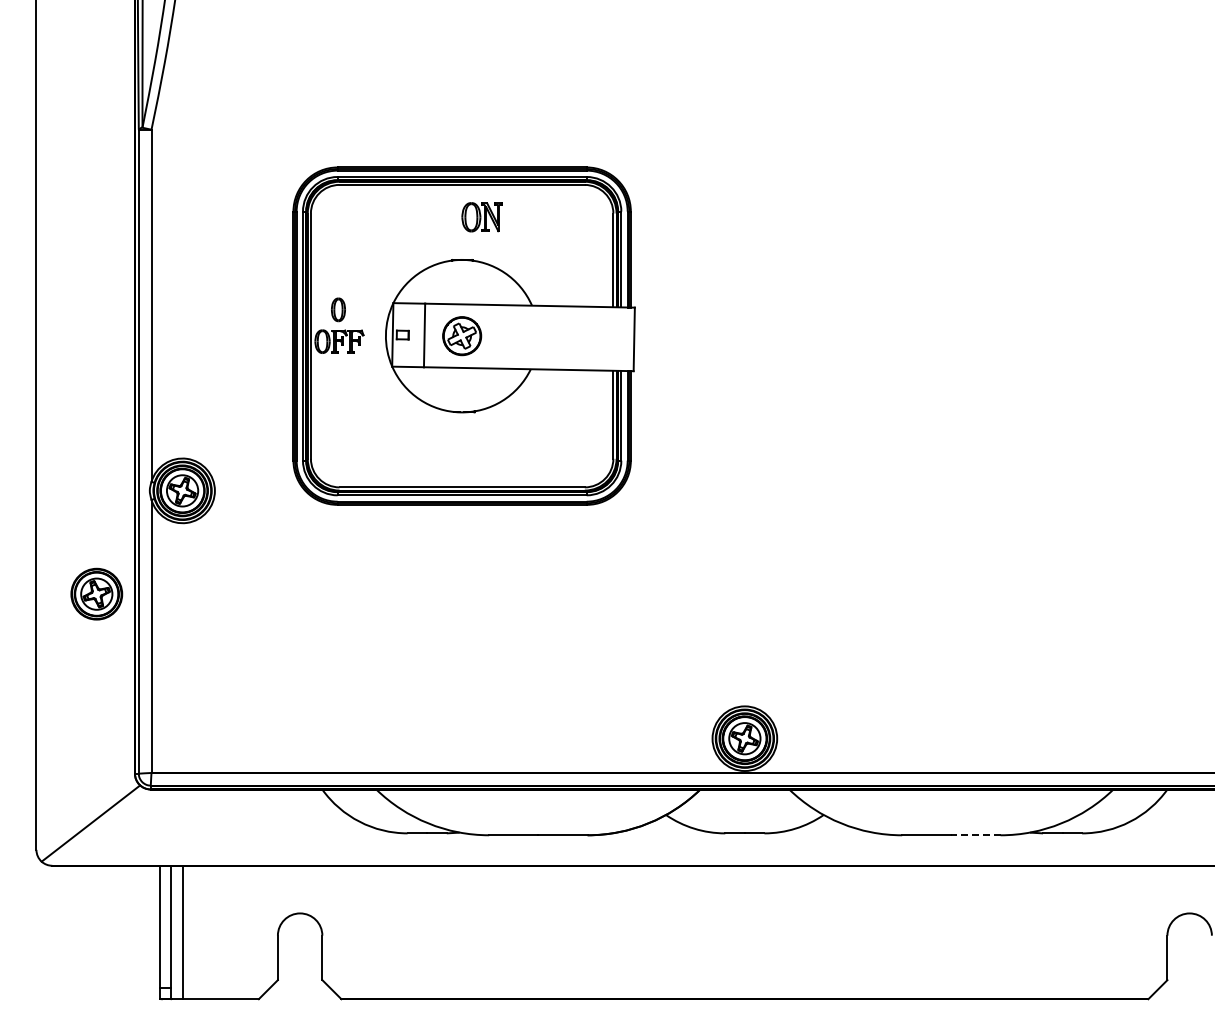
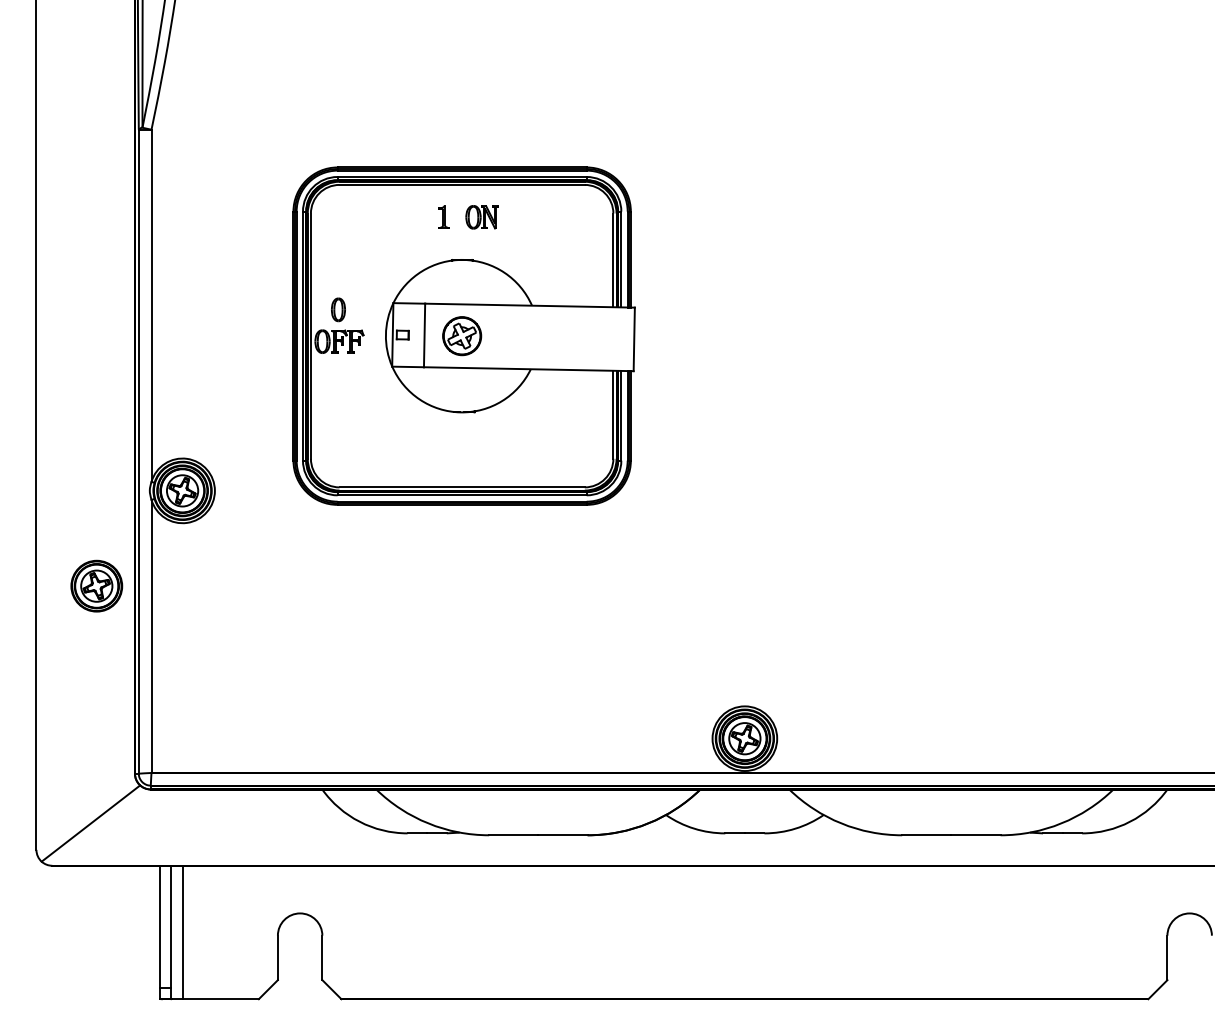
part at (443, 216): none -> present
part at (481, 217) size: 42x31 px -> 34x25 px
part at (96, 593) position: (96, 593) -> (96, 585)
line at (975, 835): dashed -> solid
